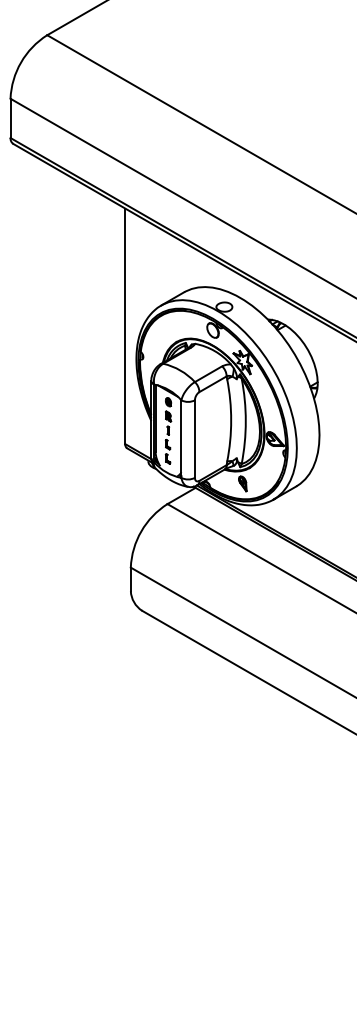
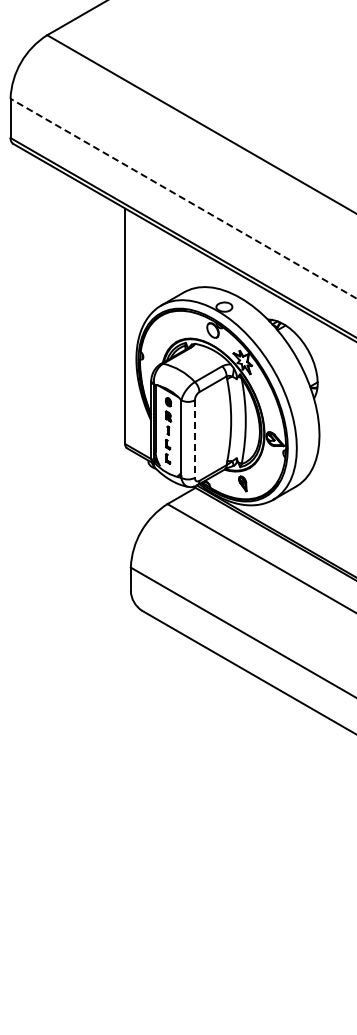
line at (183, 198): solid -> dashed
line at (194, 439): solid -> dashed
